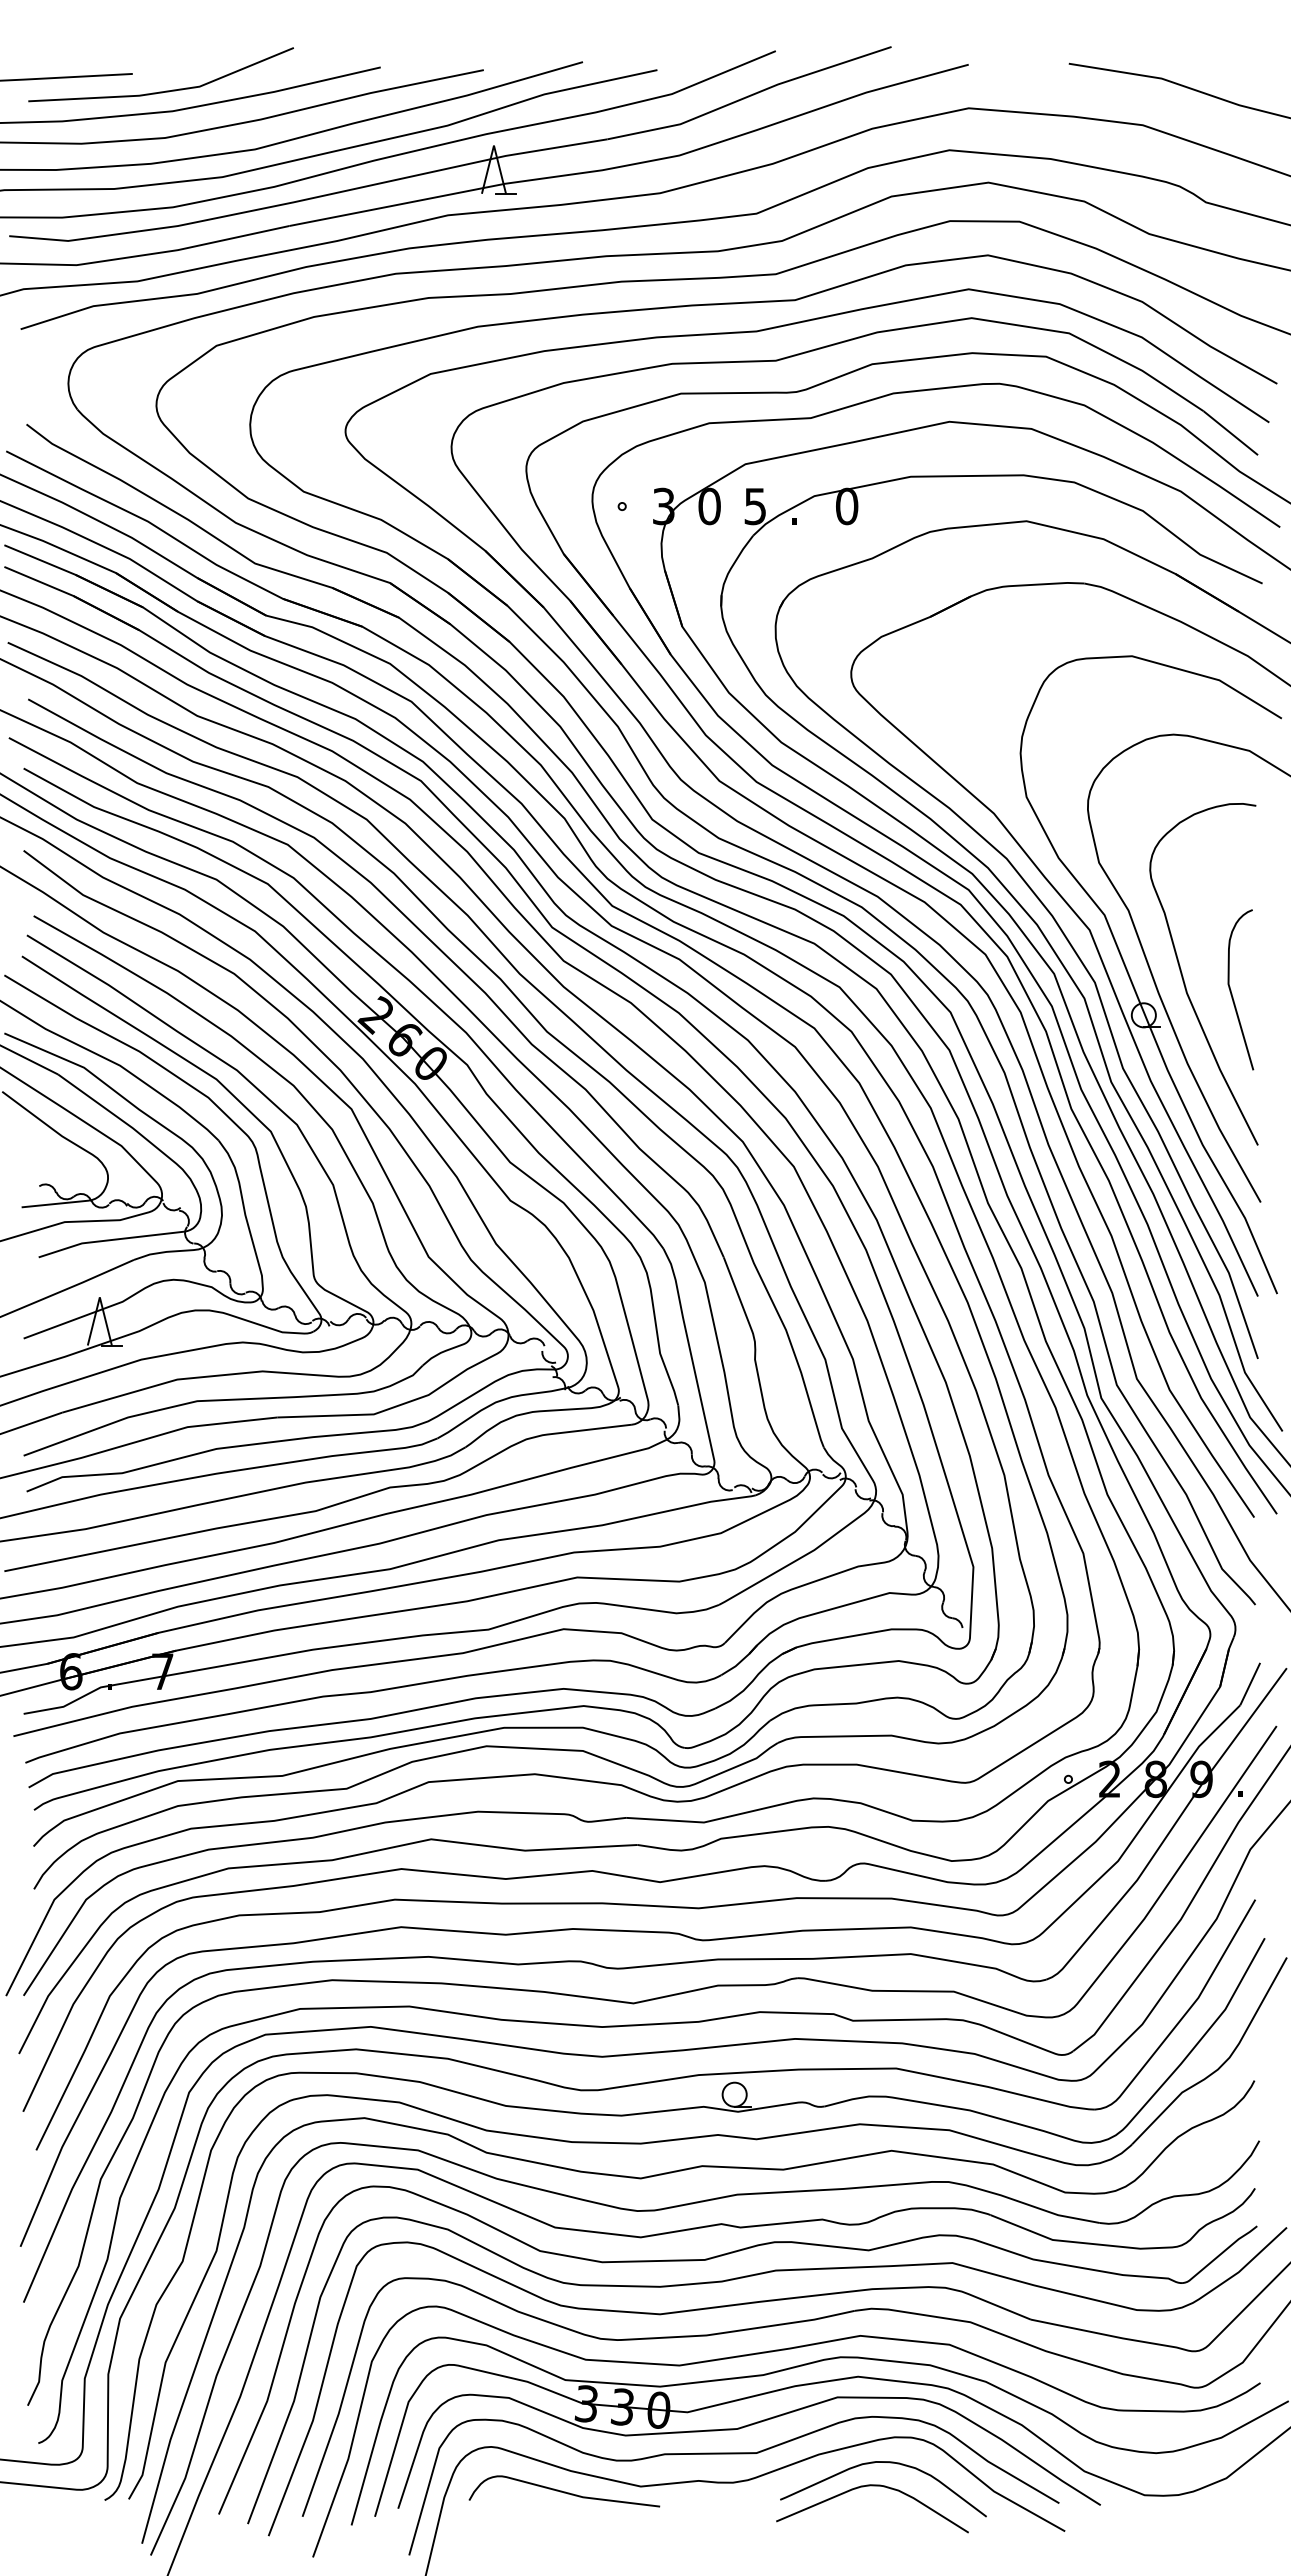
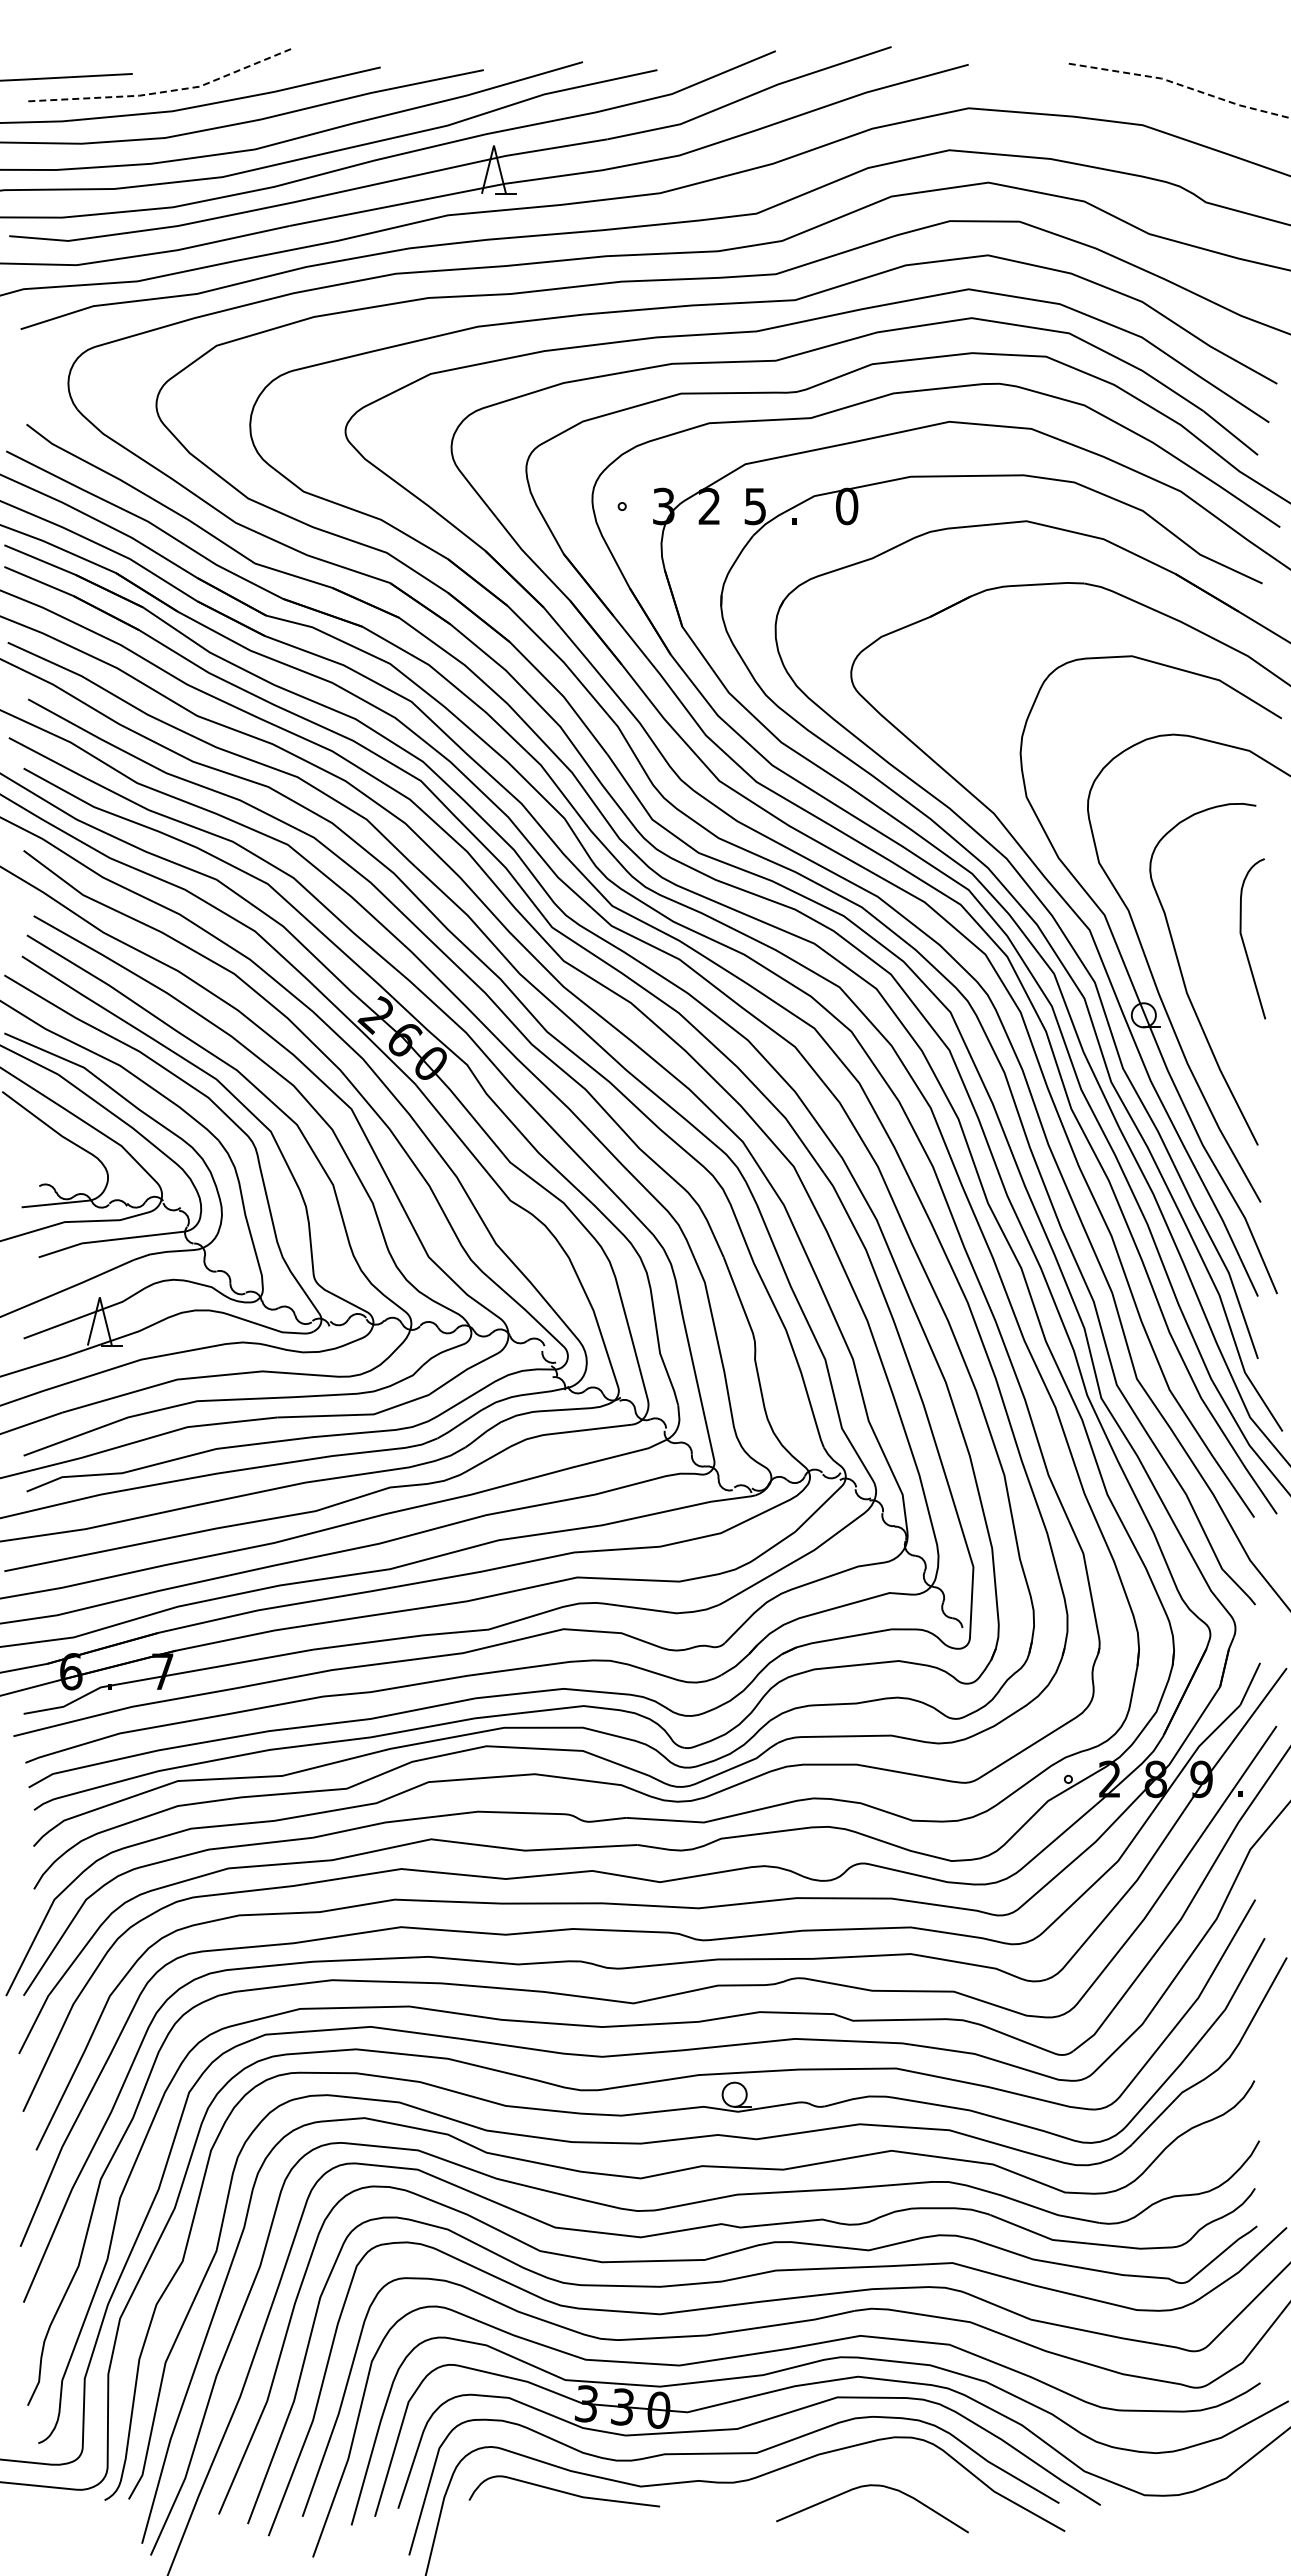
line at (1181, 85): solid -> dashed
line at (165, 91): solid -> dashed
text at (709, 506): 0 -> 2
curve at (1232, 993) position: (1232, 993) -> (1244, 942)
curve at (889, 2463): present -> none
